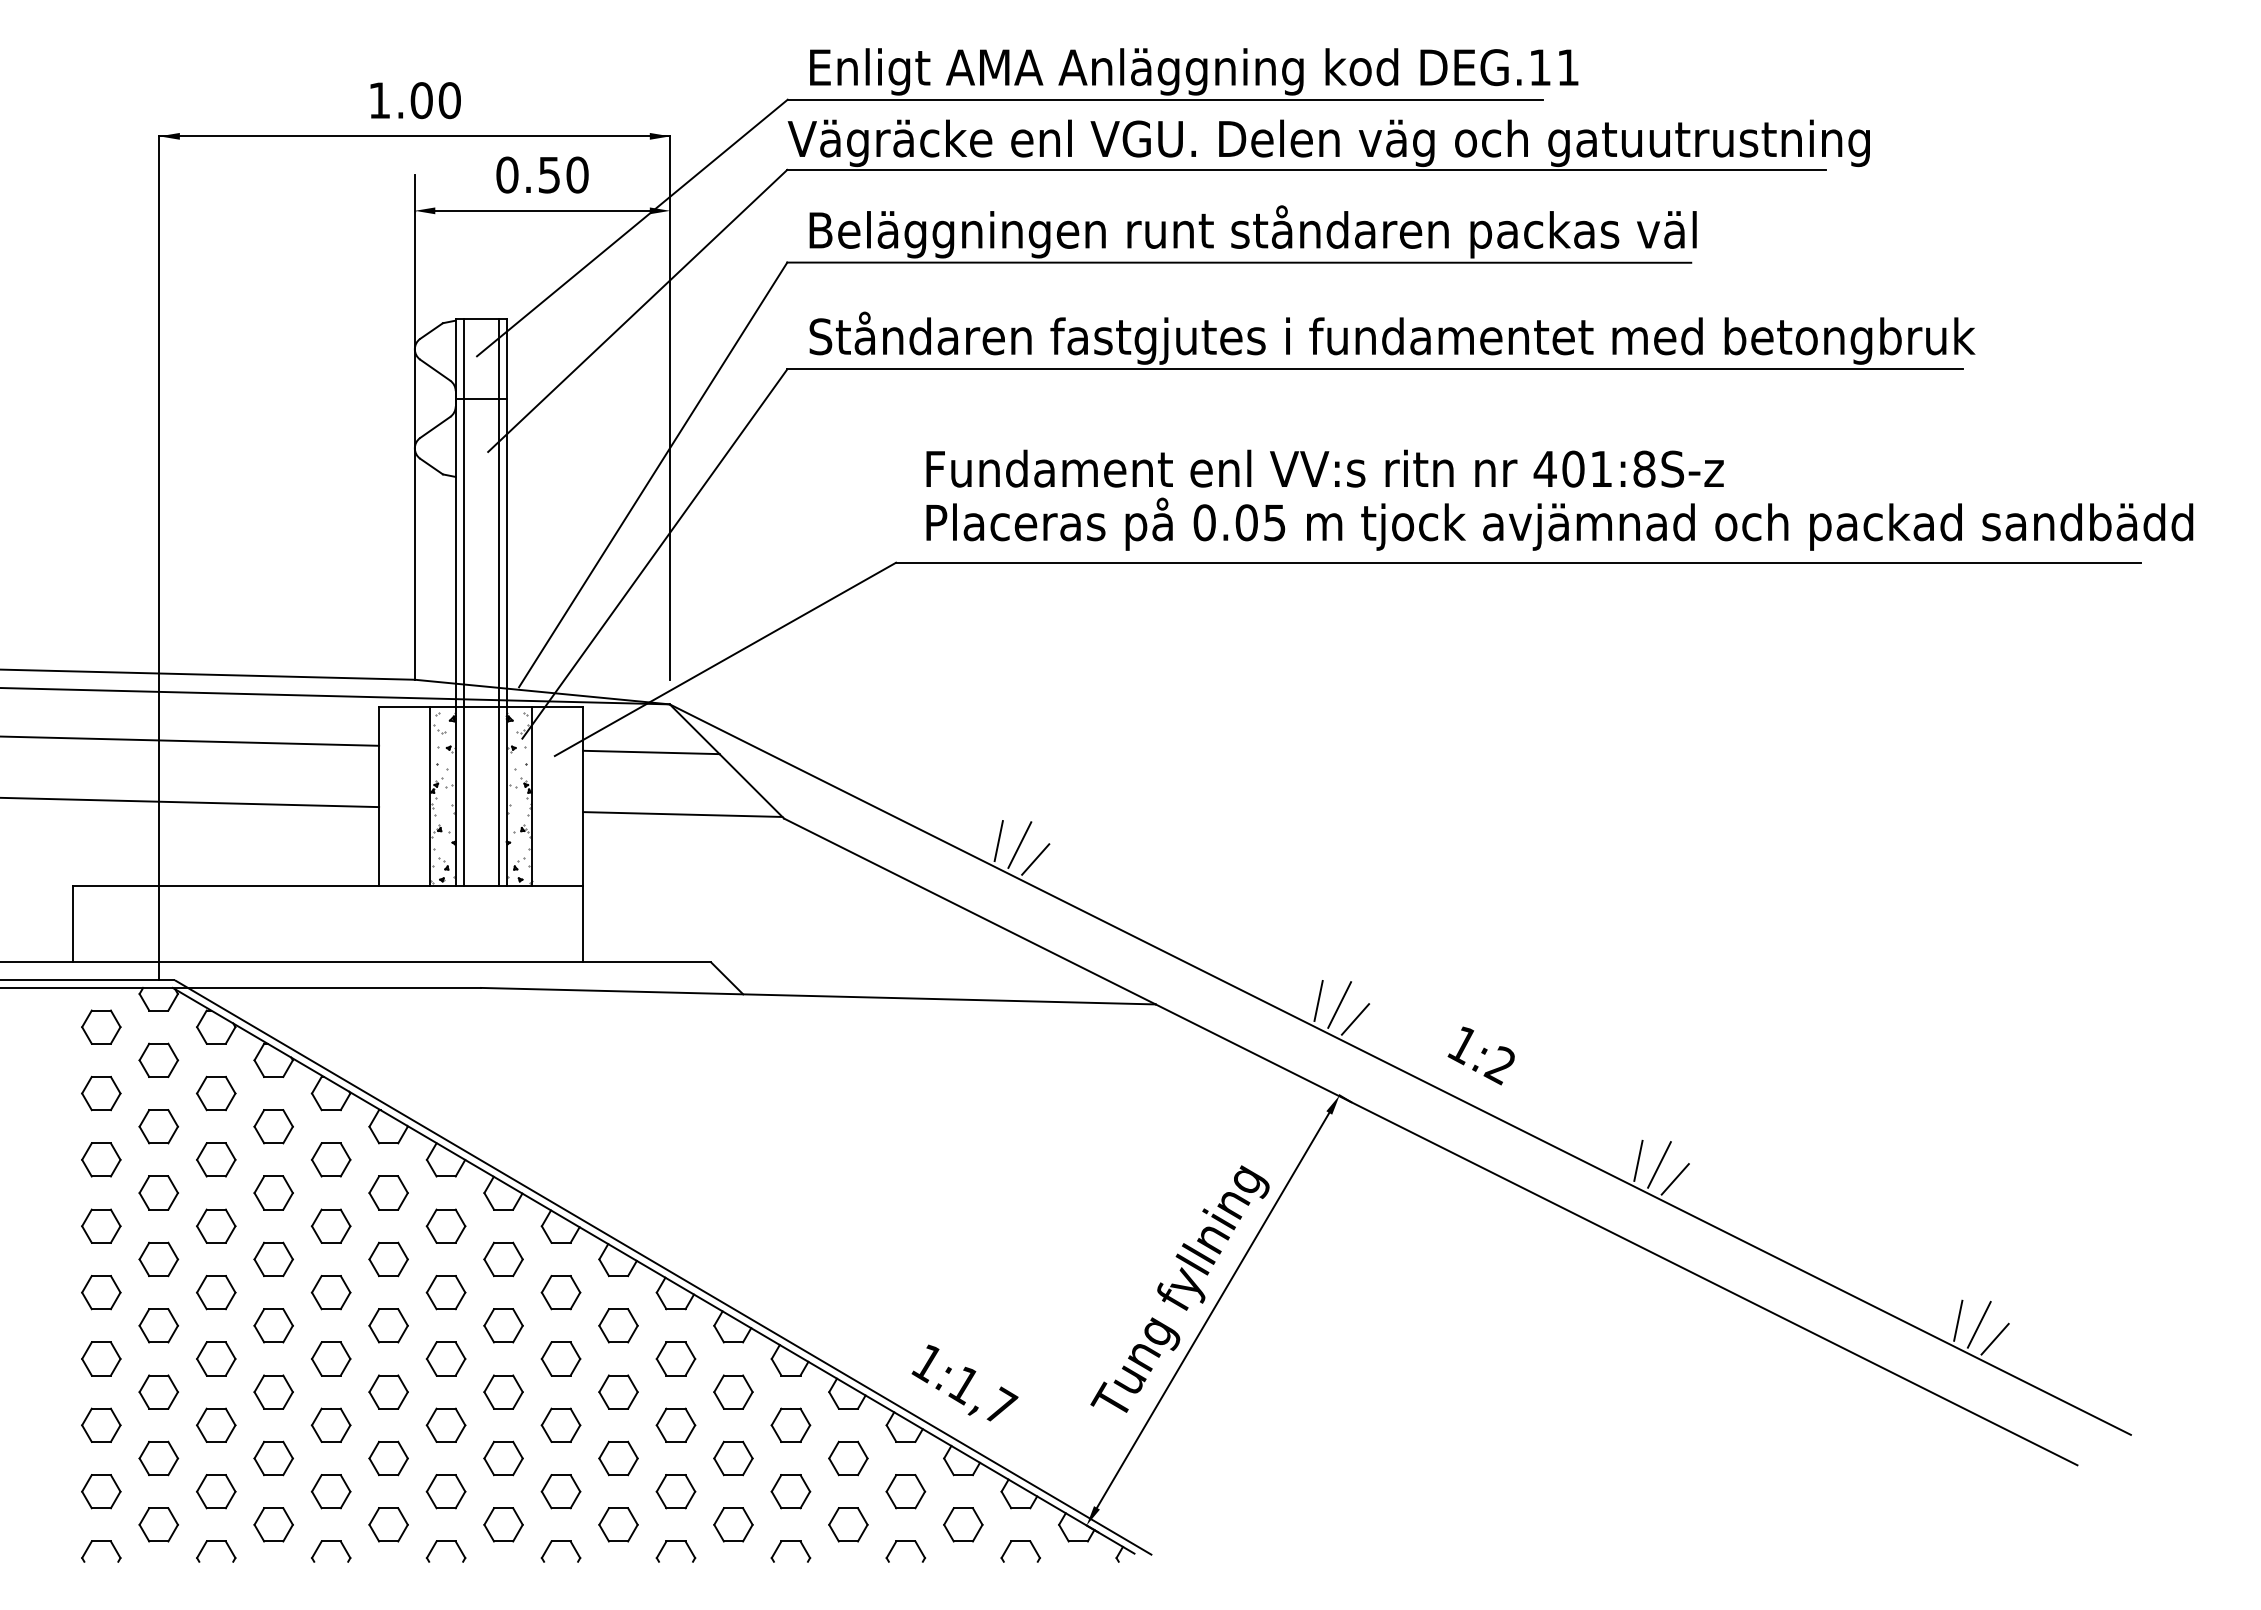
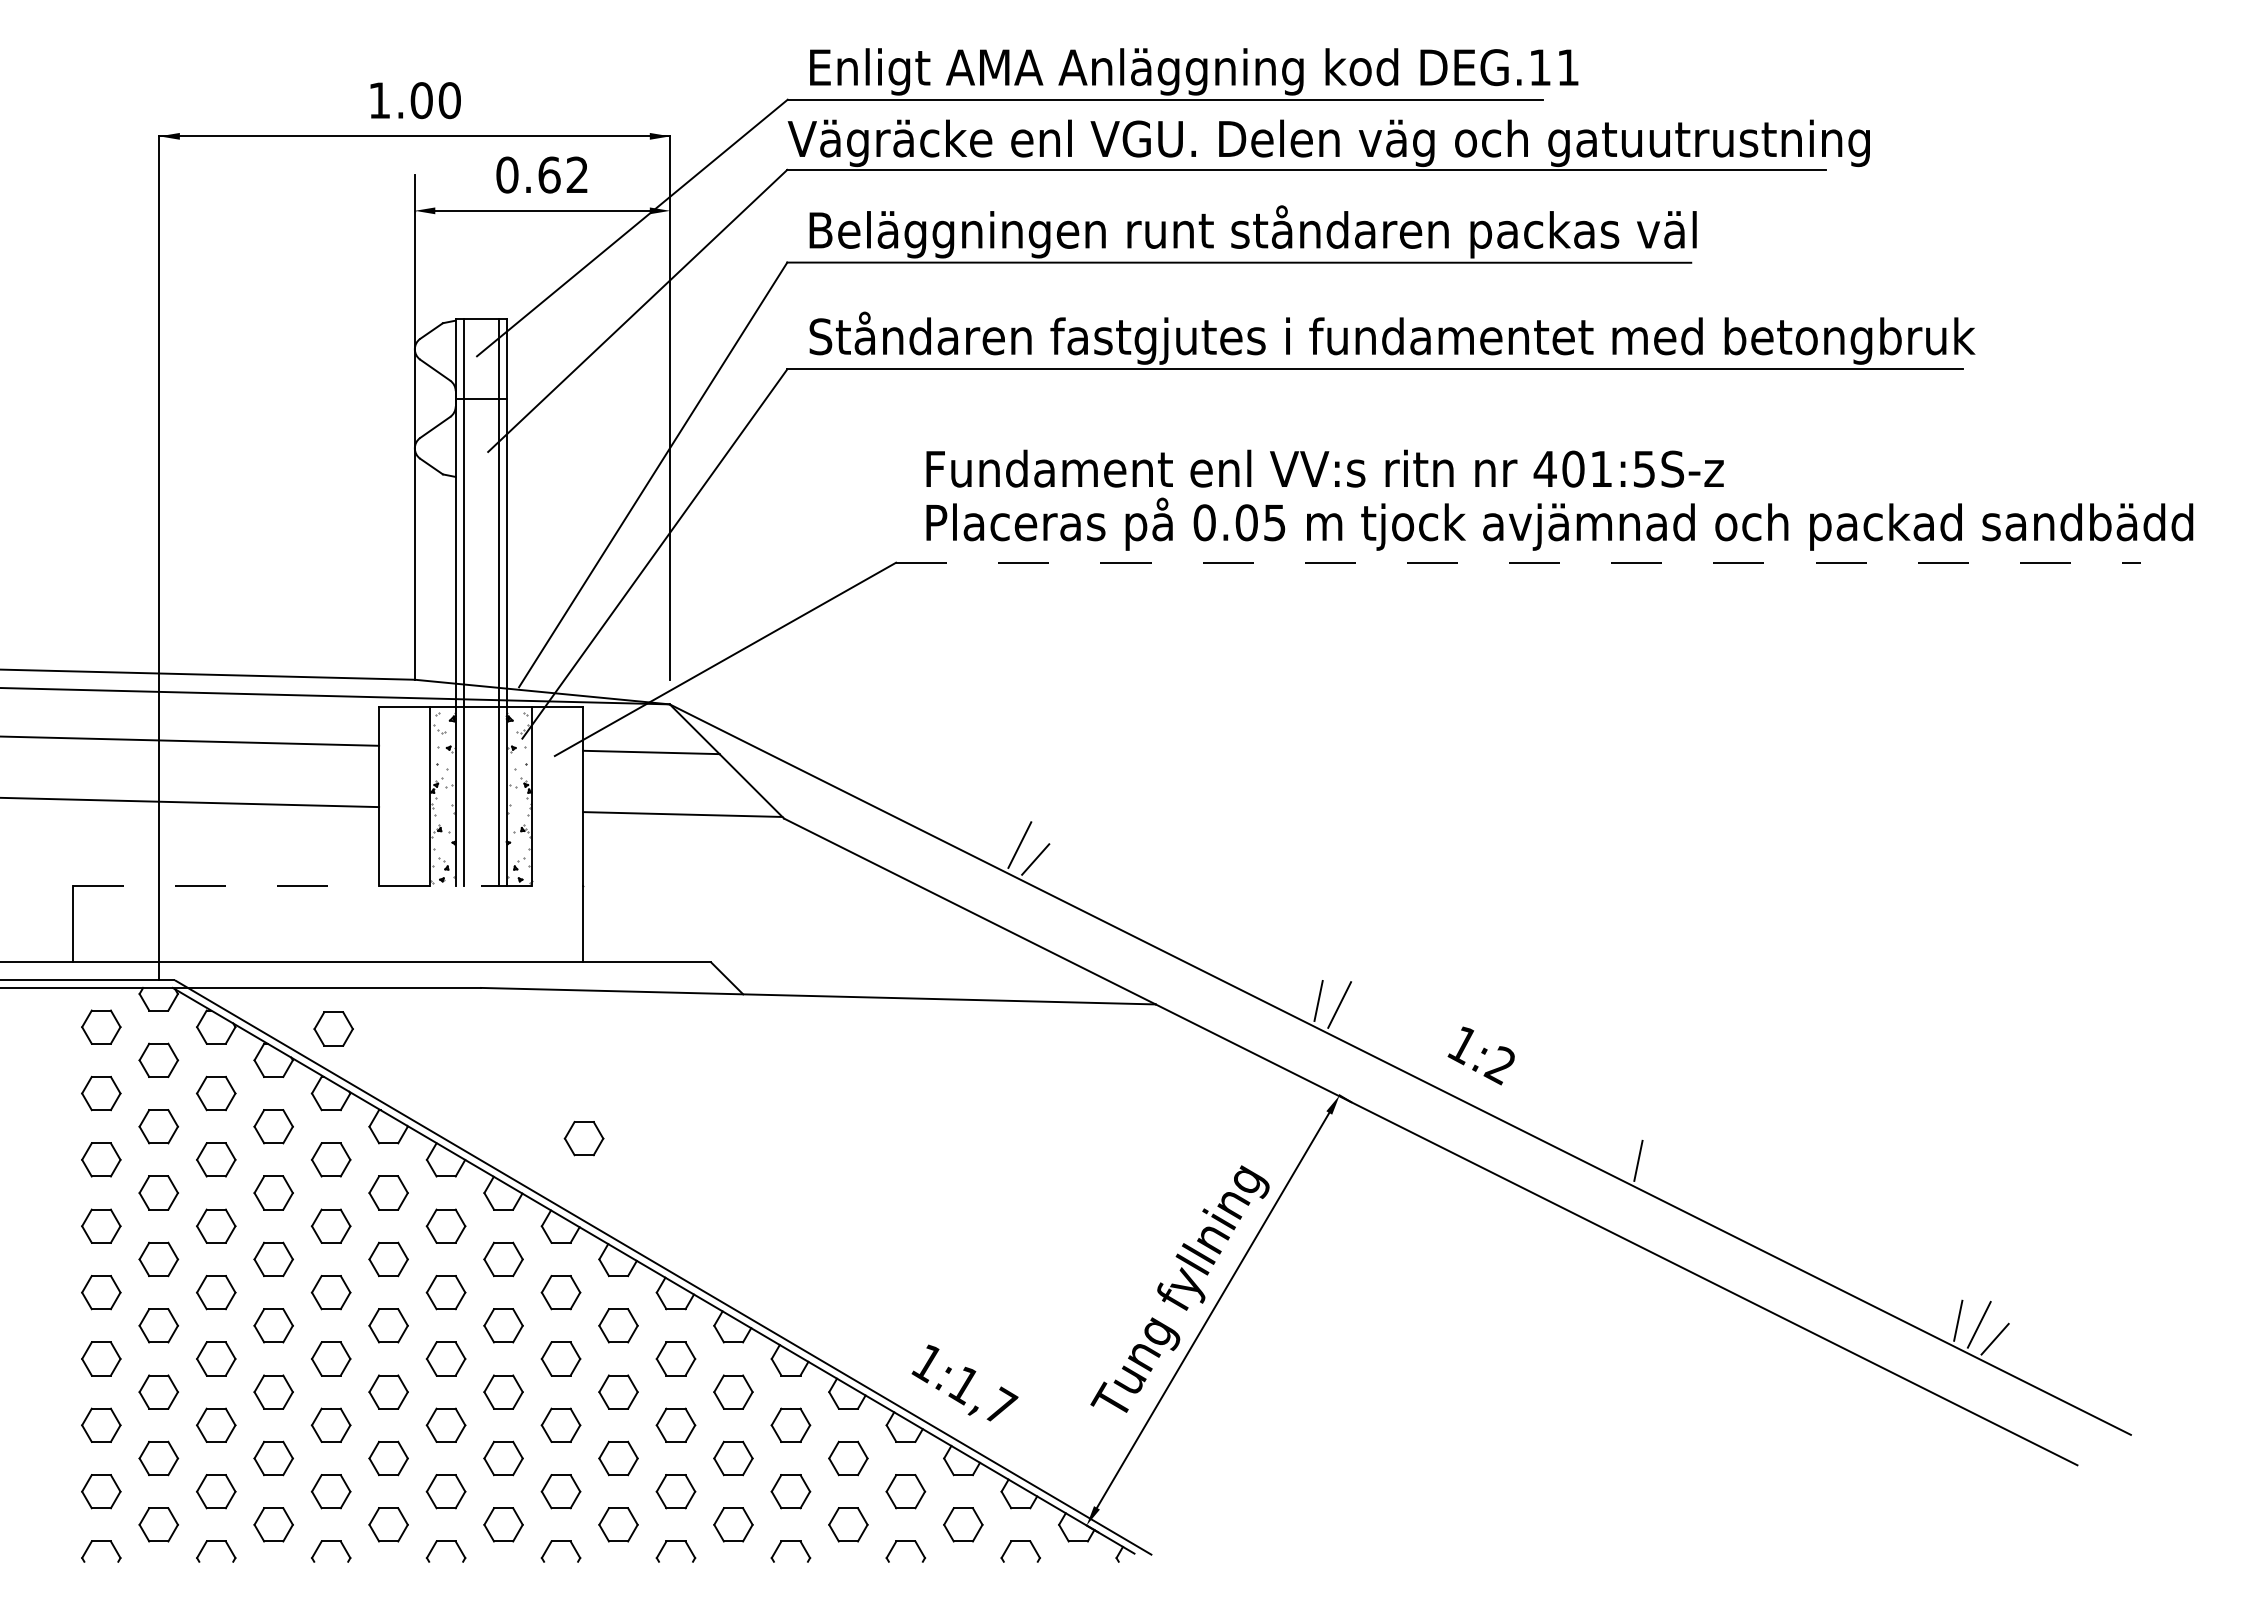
text at (563, 174): 0.50 -> 0.62
text at (1644, 468): 401:8S-z -> 401:5S-z
line at (1519, 562): solid -> dashed
line at (998, 841): present -> none
line at (328, 885): solid -> dashed
line at (1355, 1019): present -> none
part at (333, 1028): none -> present
part at (583, 1138): none -> present
line at (1659, 1164): present -> none
line at (1674, 1179): present -> none
